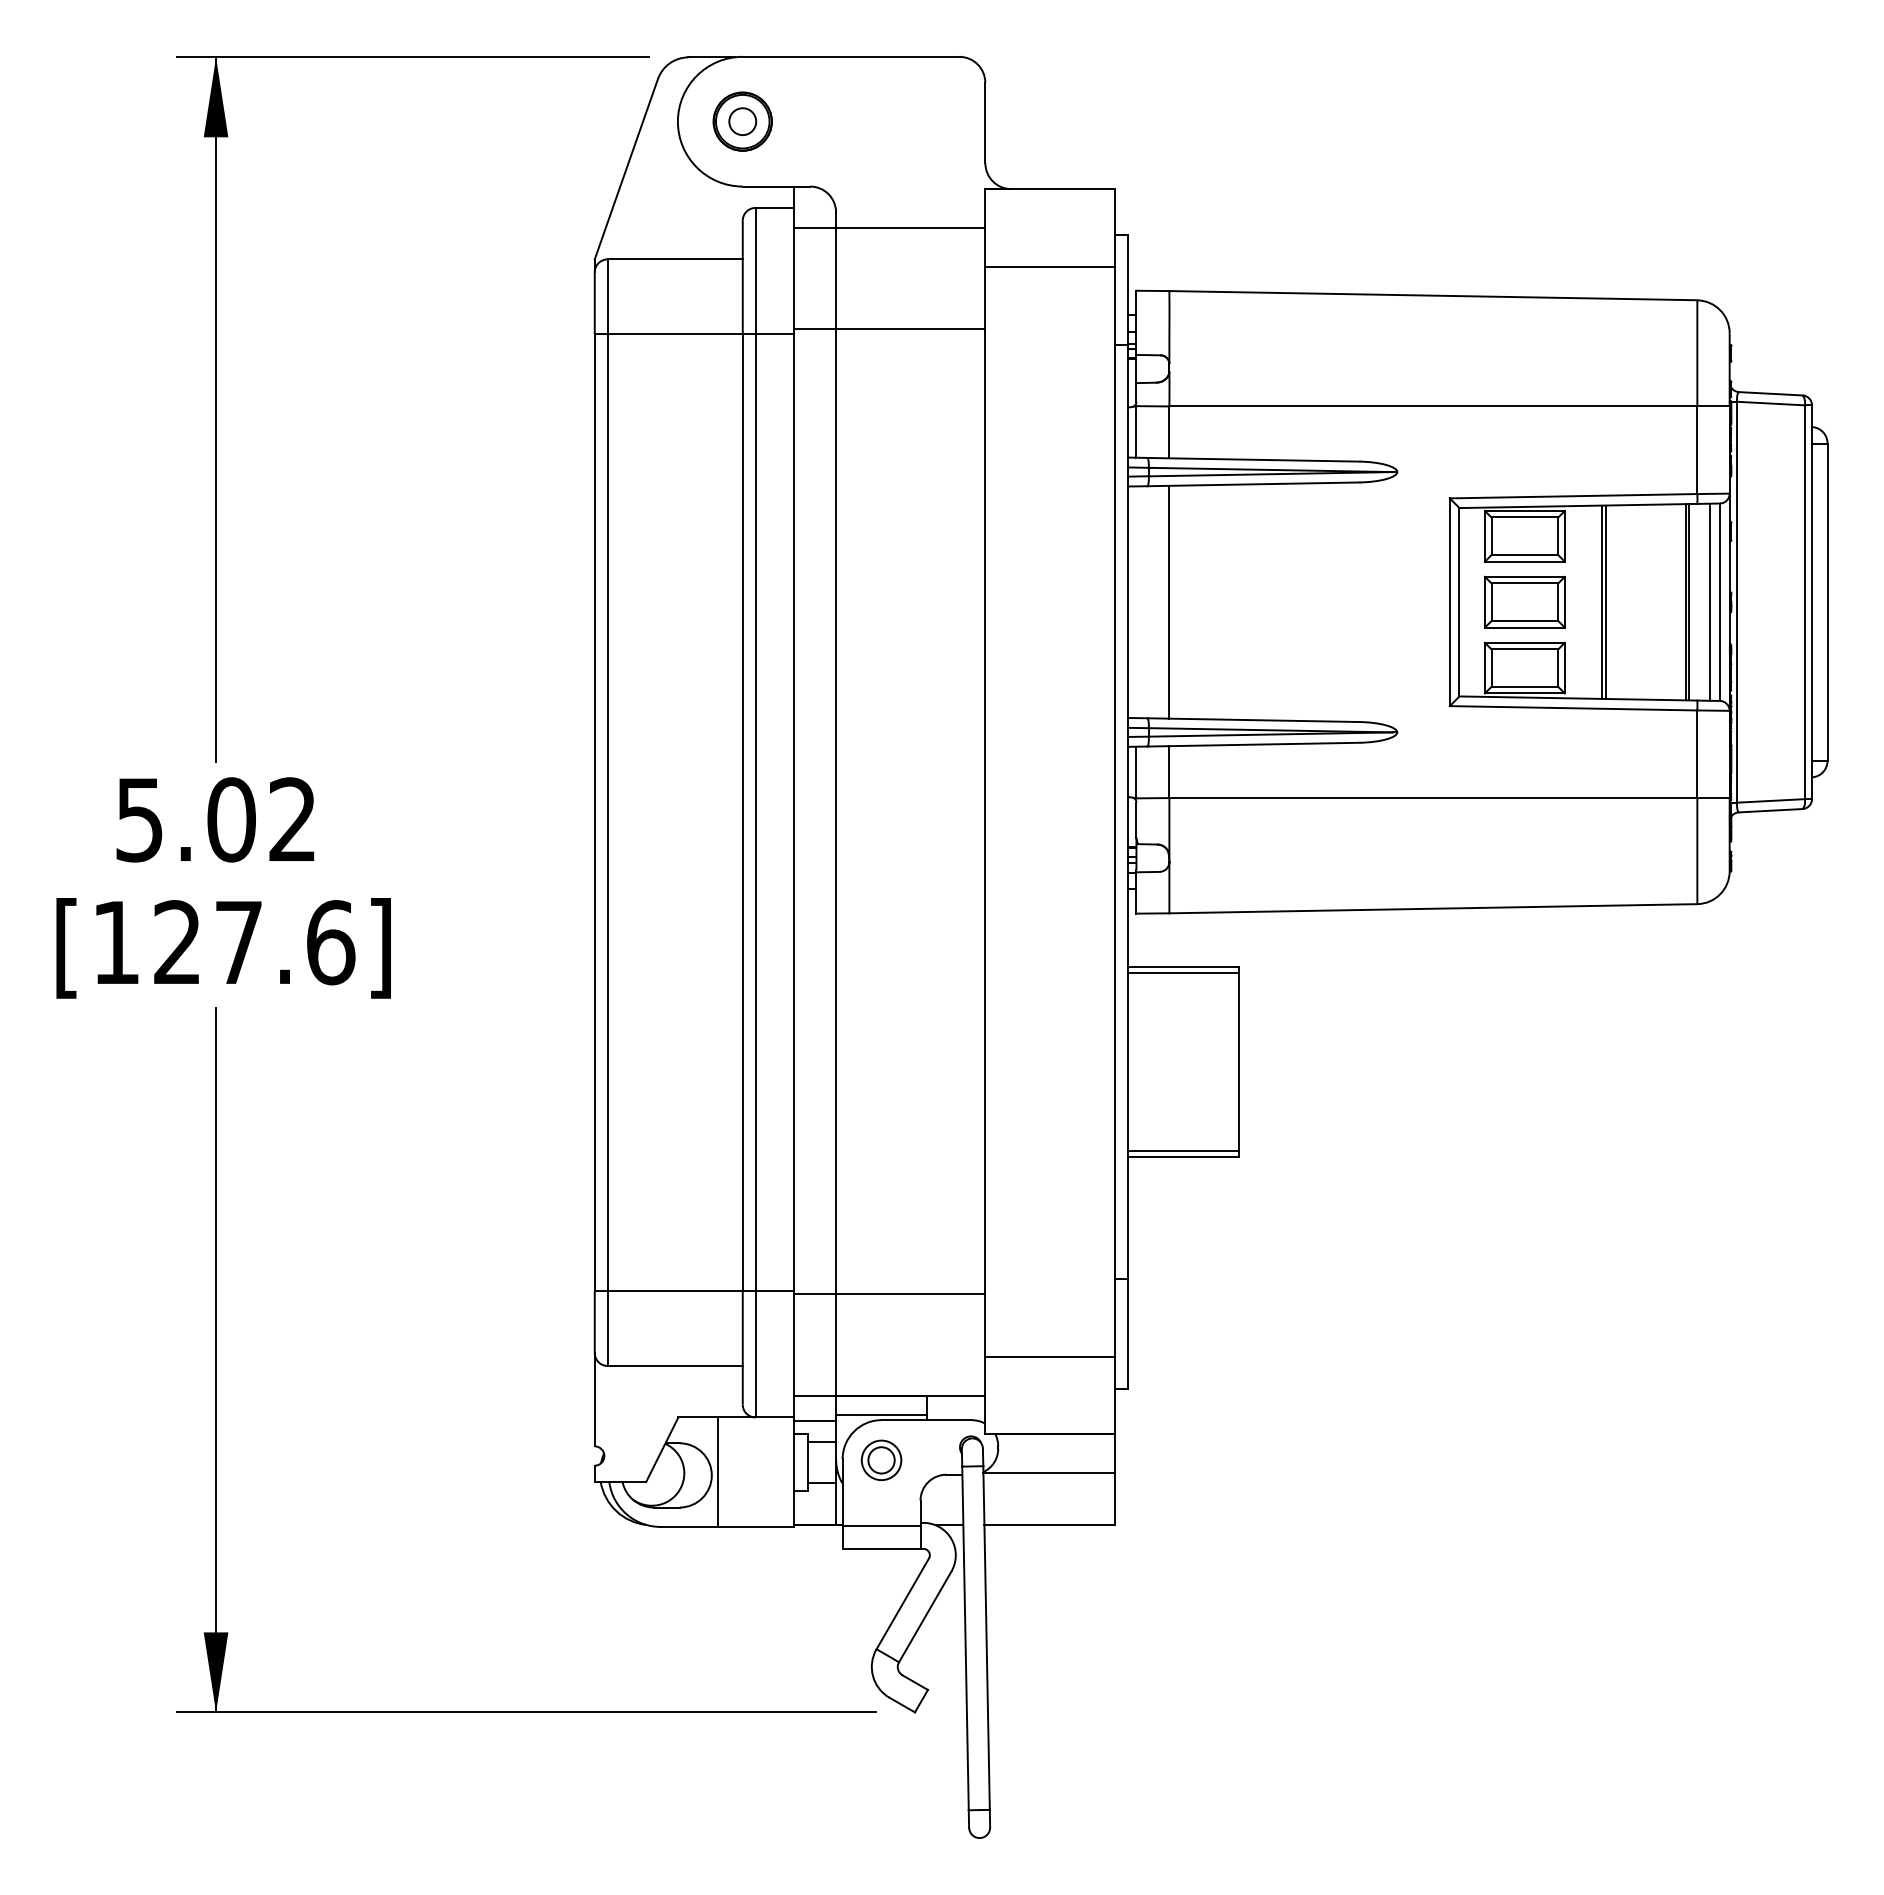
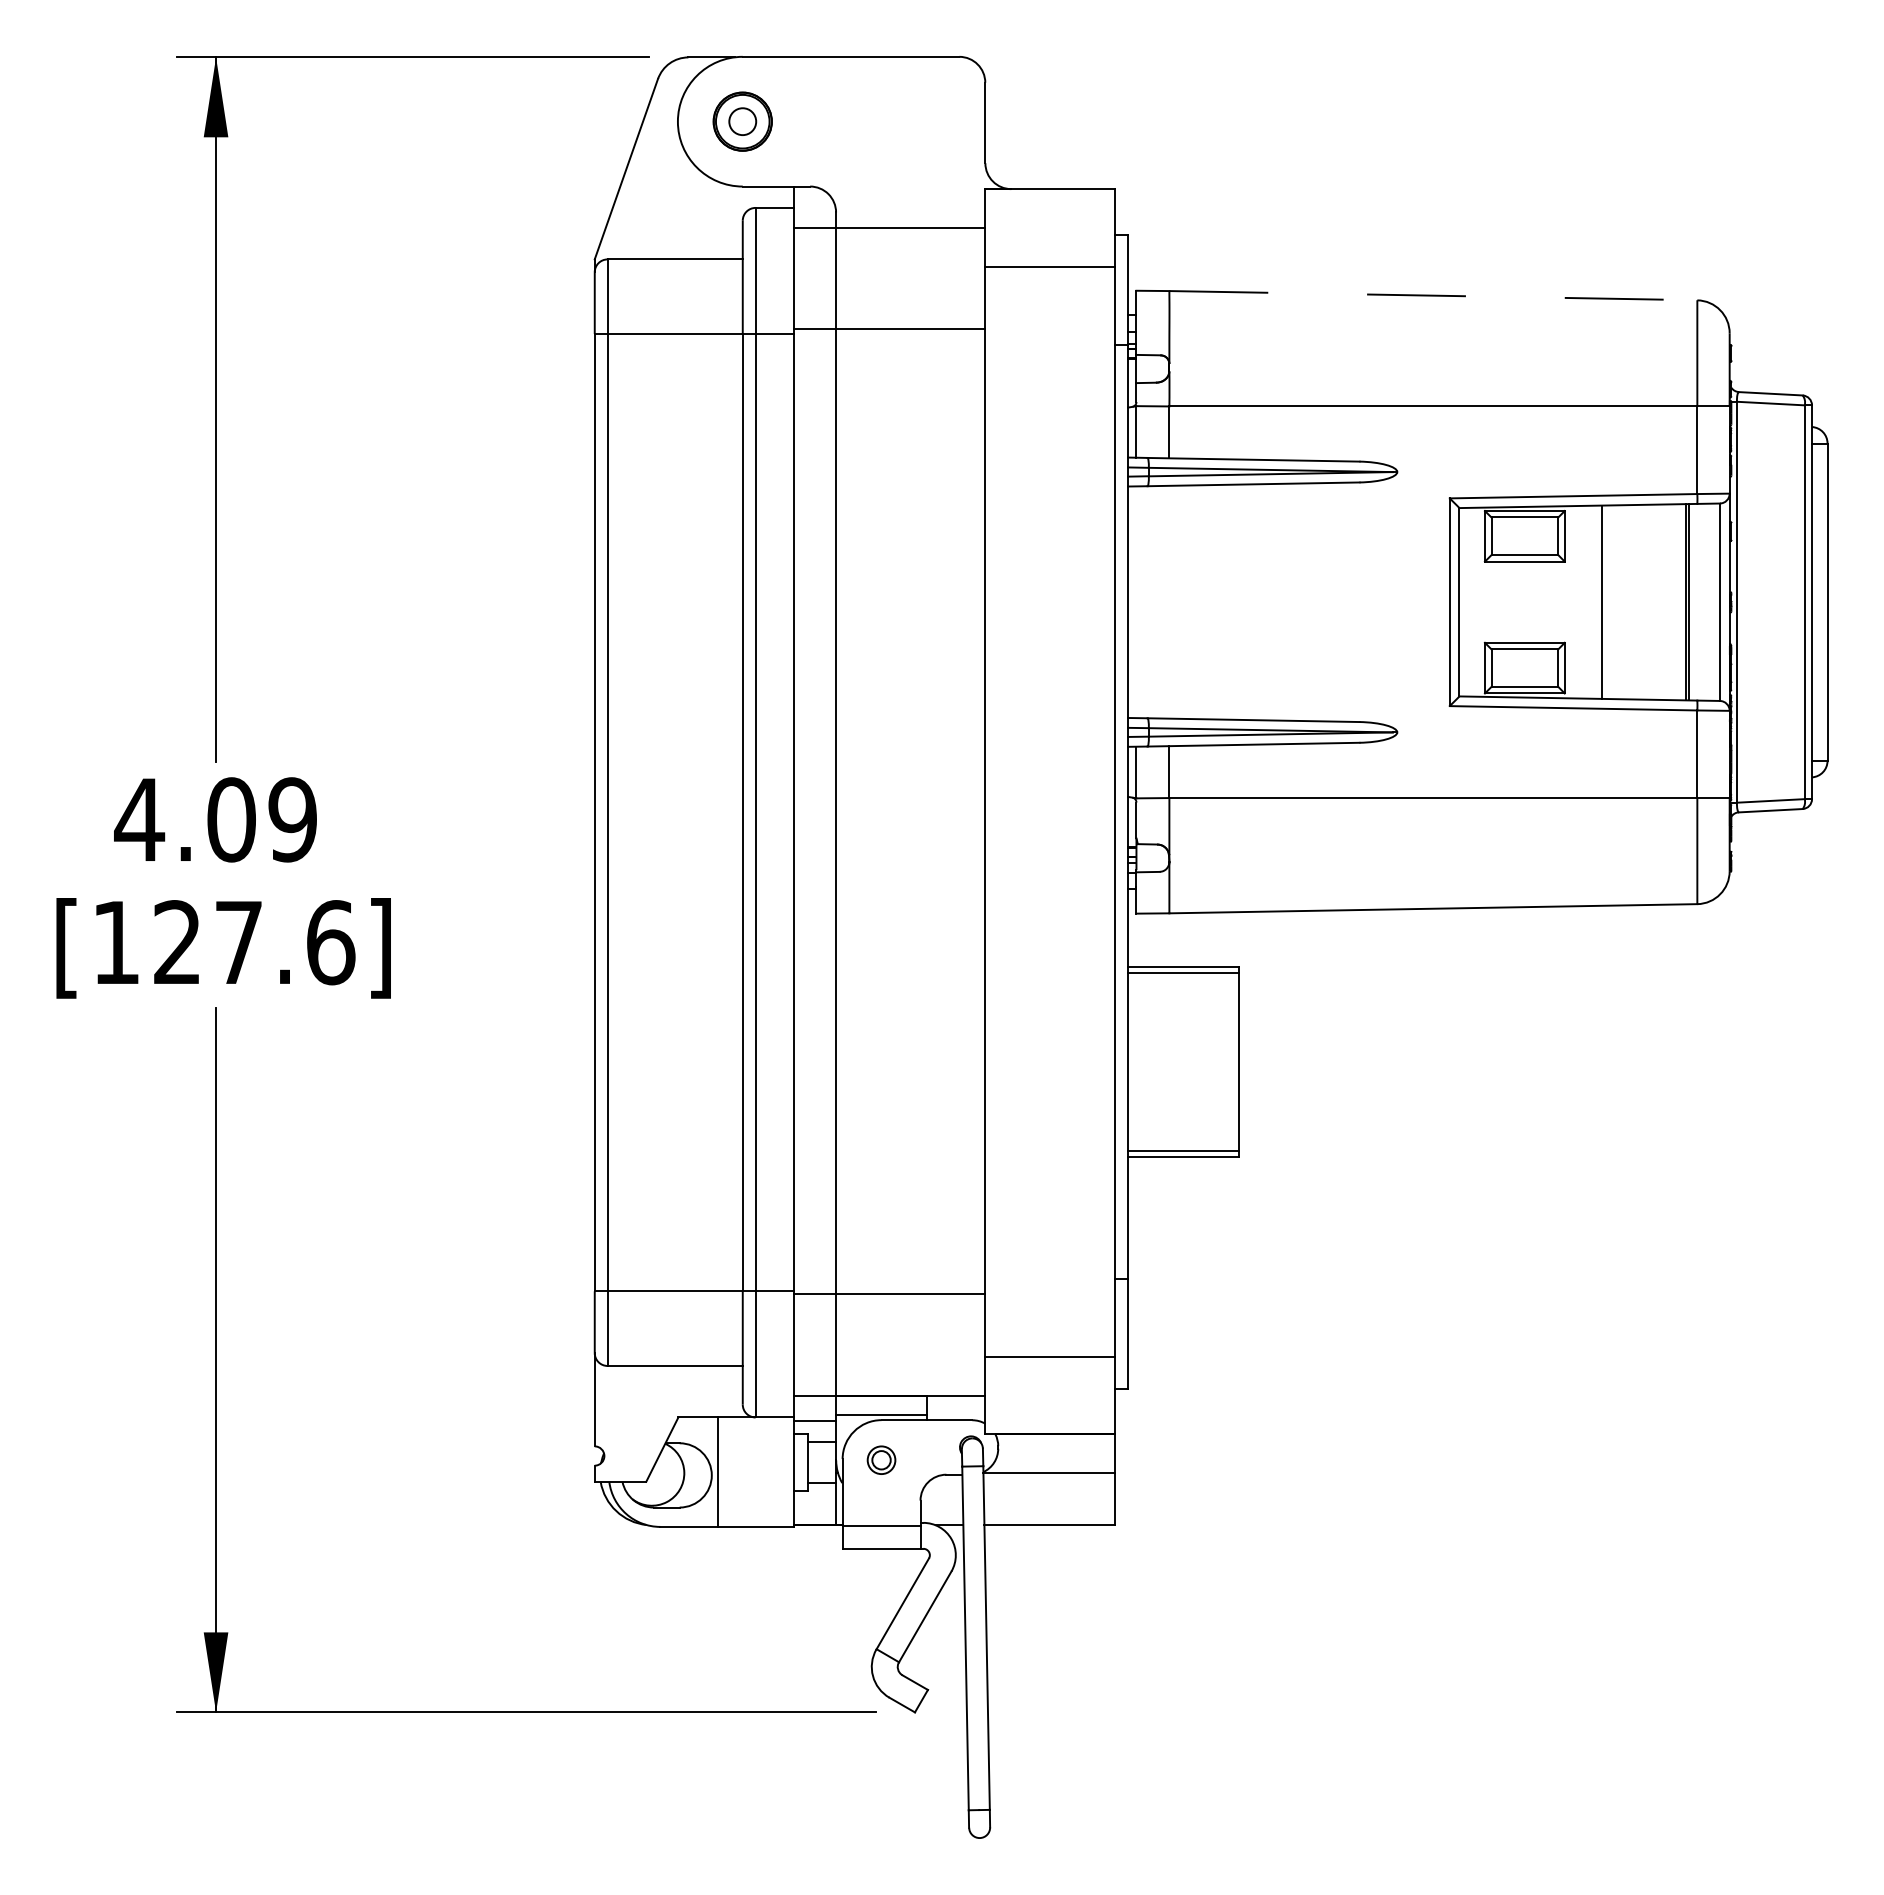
line at (1433, 295): solid -> dashed
line at (1169, 601): present -> none
part at (1524, 601): present -> none
line at (1605, 601): present -> none
line at (1709, 601): present -> none
text at (215, 819): 5.02 -> 4.09
part at (881, 1459) size: 43x42 px -> 31x30 px
